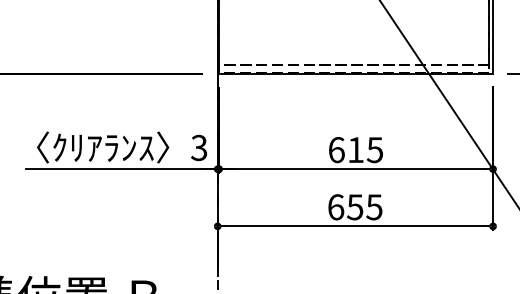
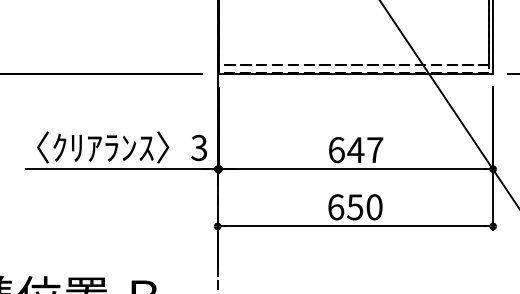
text at (365, 150): 615 -> 647
text at (374, 207): 655 -> 650
